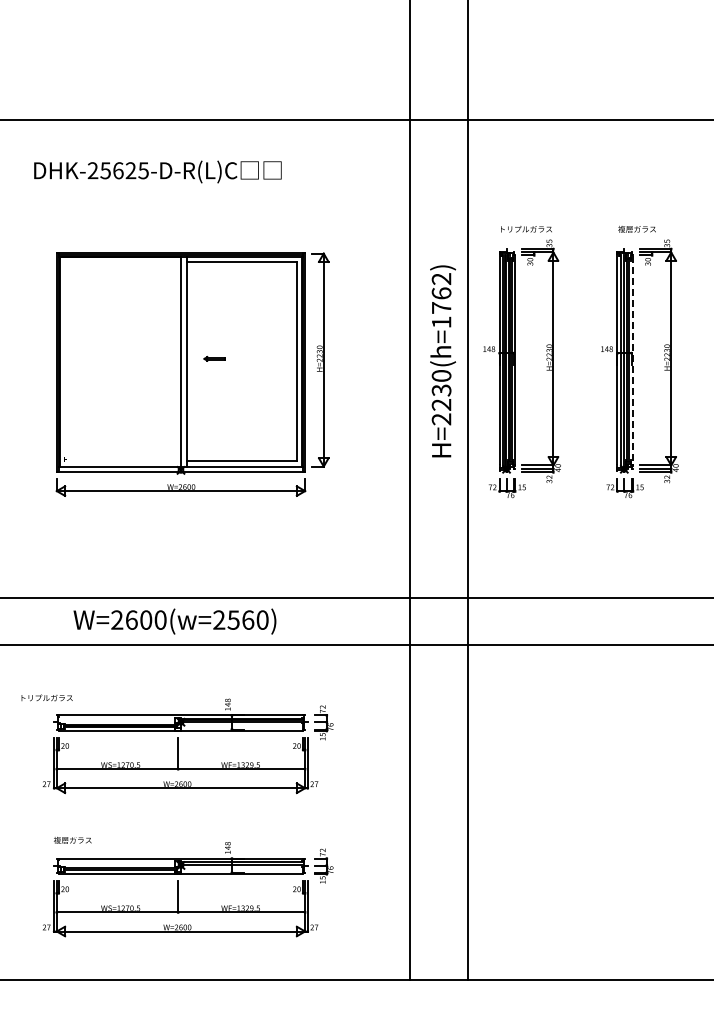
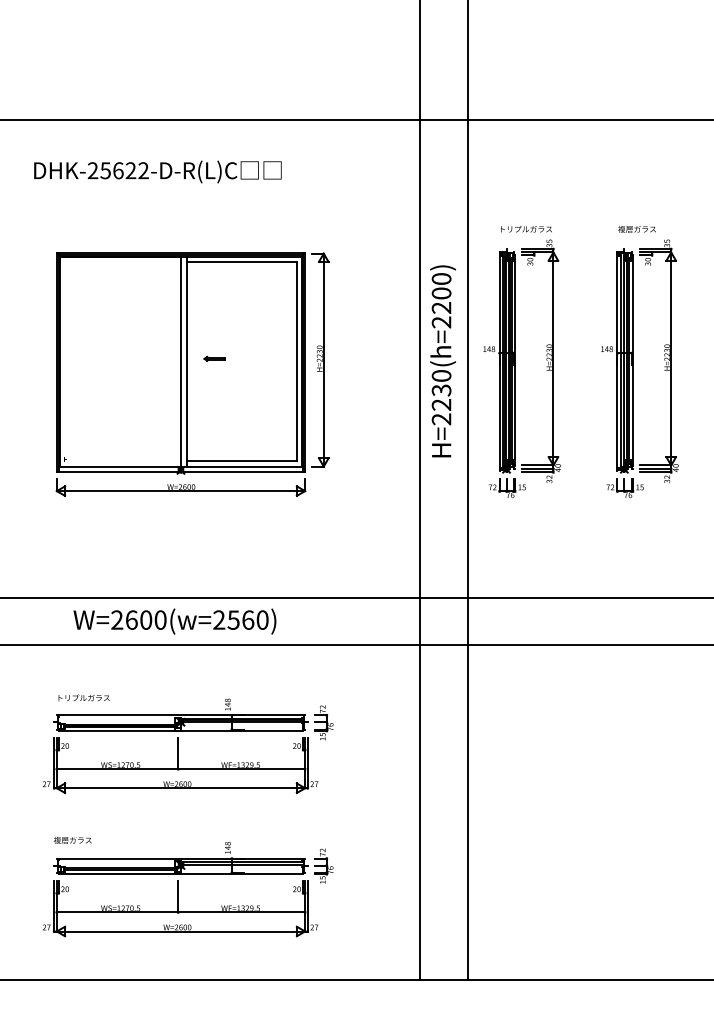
text at (143, 170): DHK-25625-D-R(L)C -> DHK-25622-D-R(L)C
text at (441, 300): H=2230(h=1762) -> H=2230(h=2200)
line at (633, 360): dashed -> solid
line at (409, 490) position: (409, 490) -> (419, 490)
text at (46, 697) position: (46, 697) -> (83, 697)
